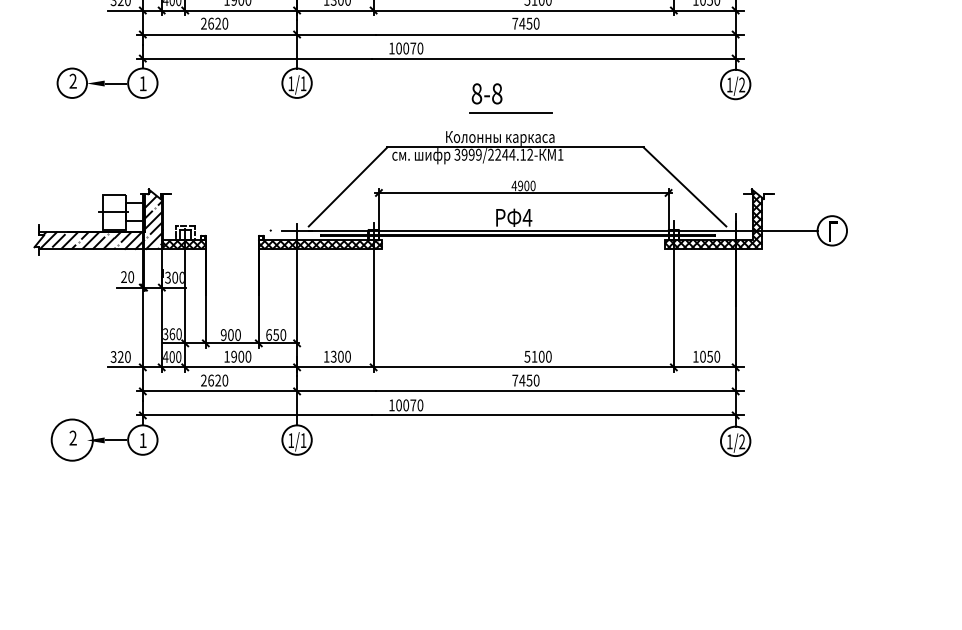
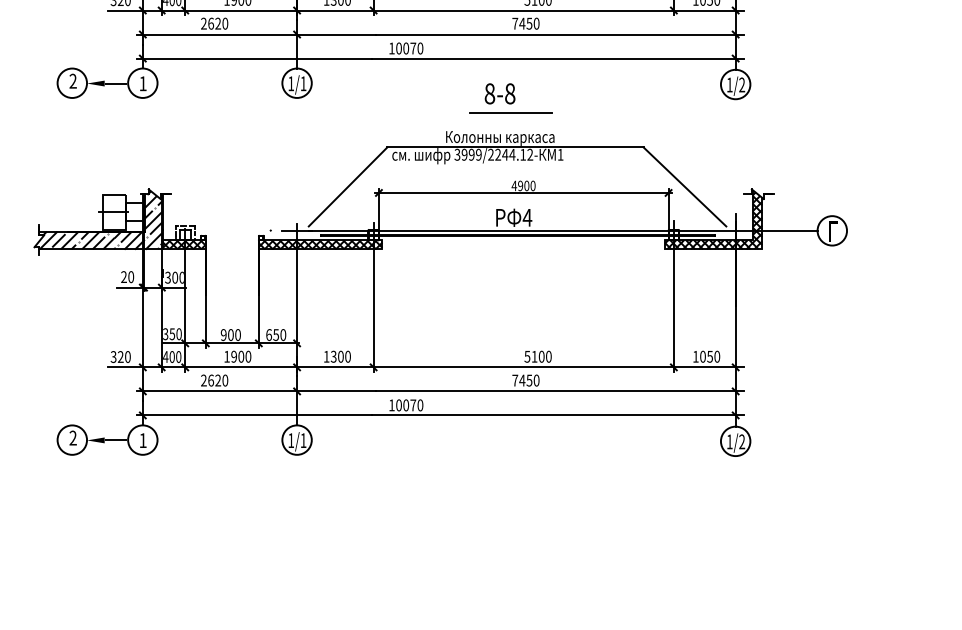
text at (486, 93) position: (486, 93) -> (499, 93)
text at (172, 334): 360 -> 350
circle at (71, 439) diameter: 41 px -> 29 px
